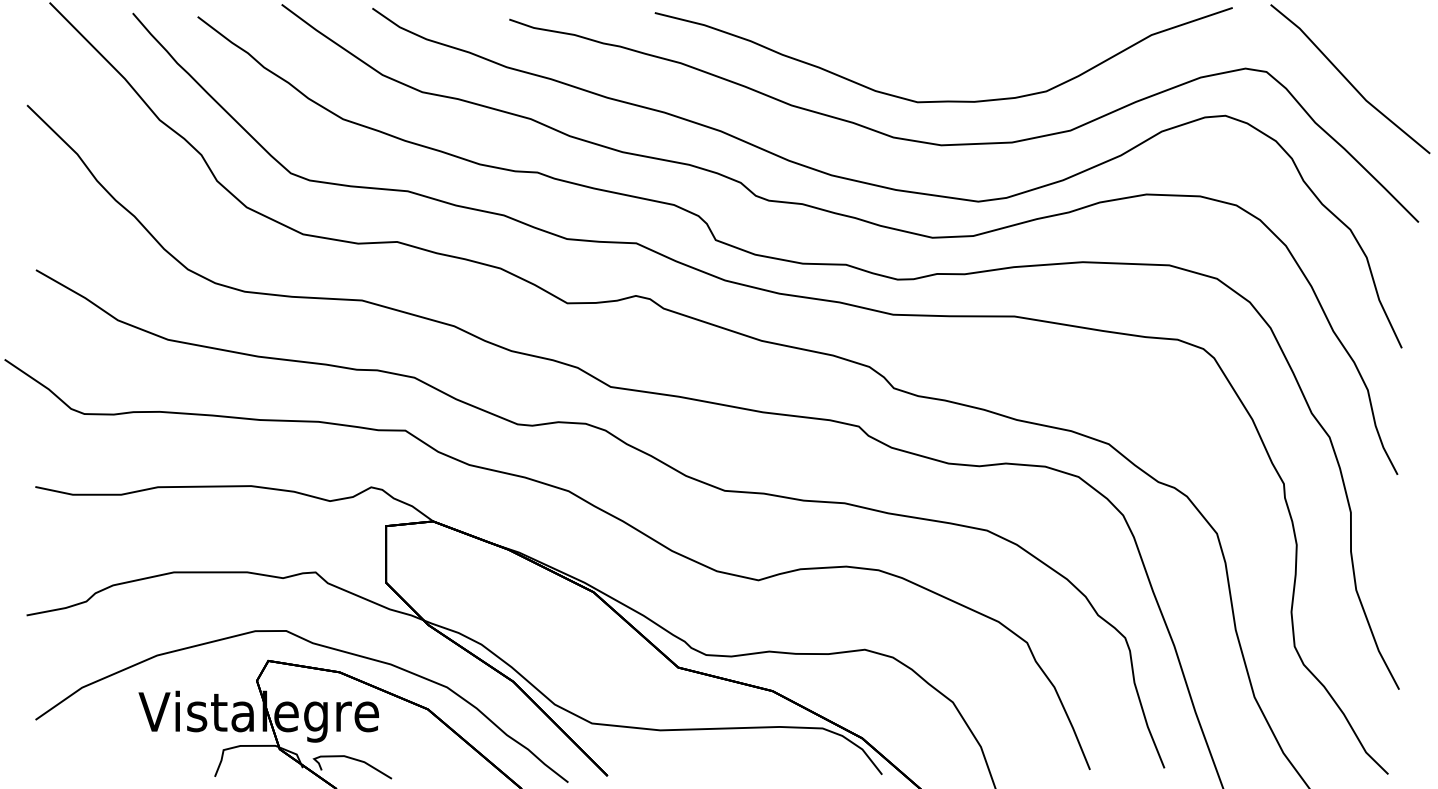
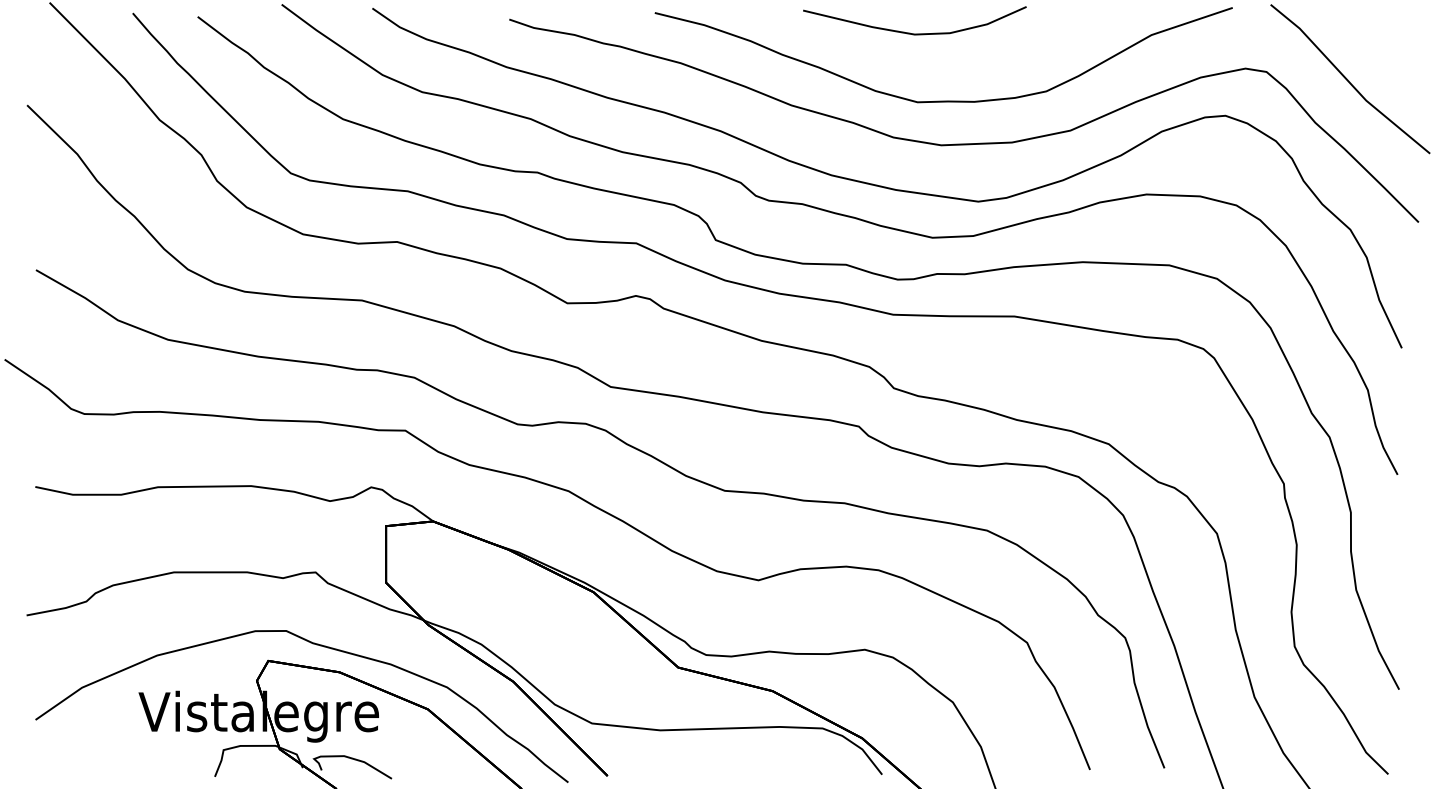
part at (910, 32): none -> present
